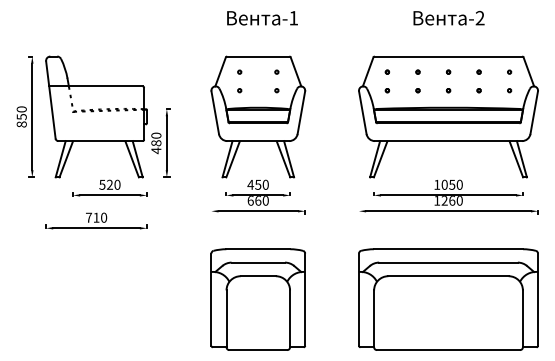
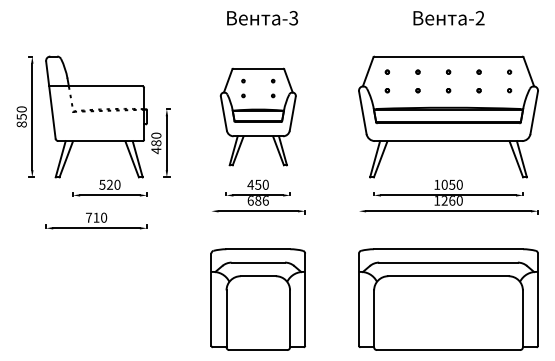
text at (293, 17): -1 -> -3
part at (258, 116) size: 97x124 px -> 78x100 px
text at (261, 200): 660 -> 686
